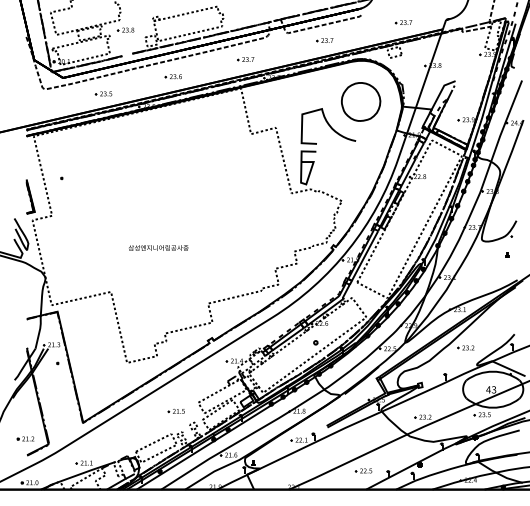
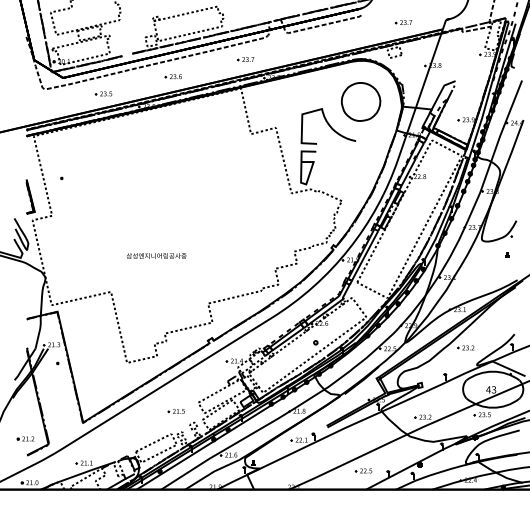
part at (125, 29): present -> none
part at (324, 40): present -> none
text at (158, 247) position: (158, 247) -> (156, 255)
